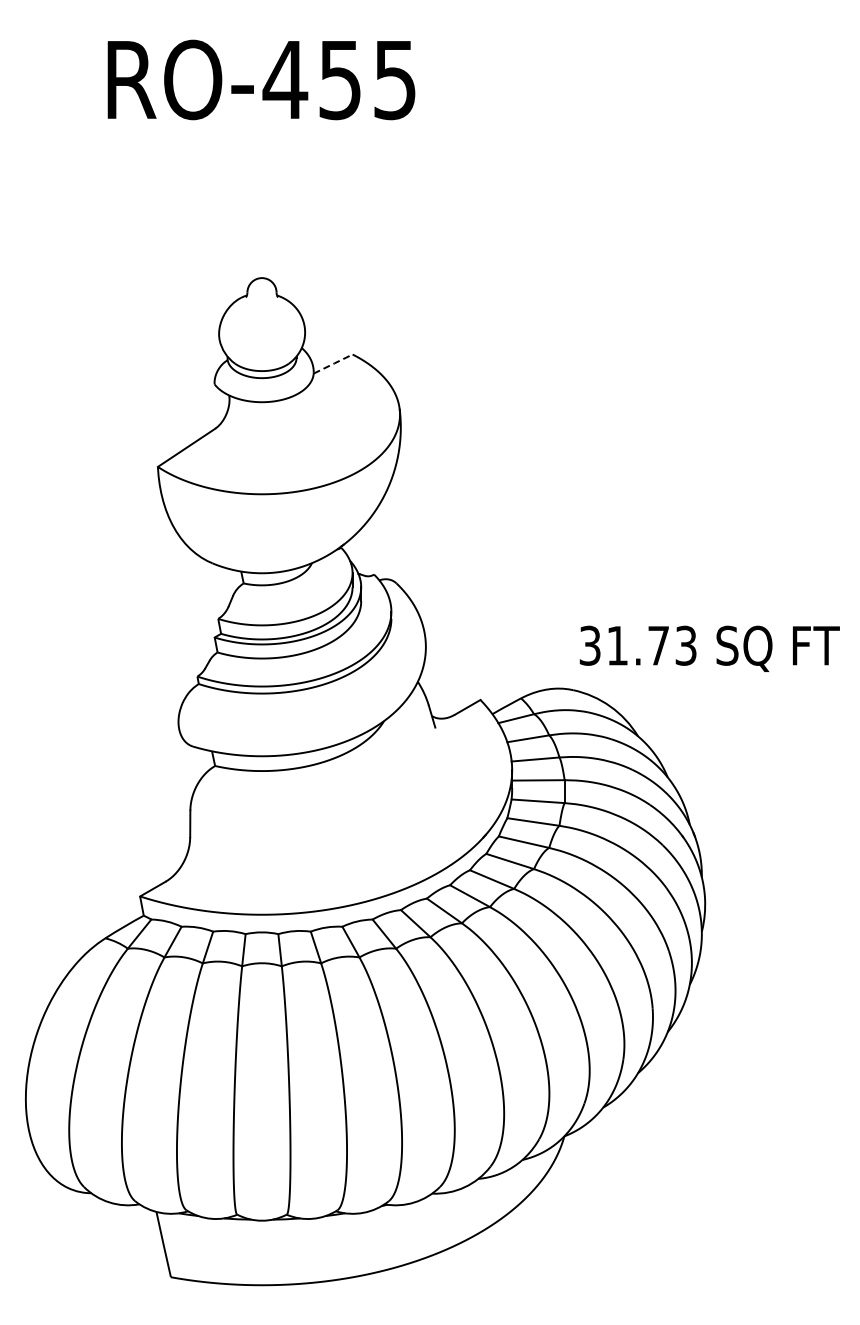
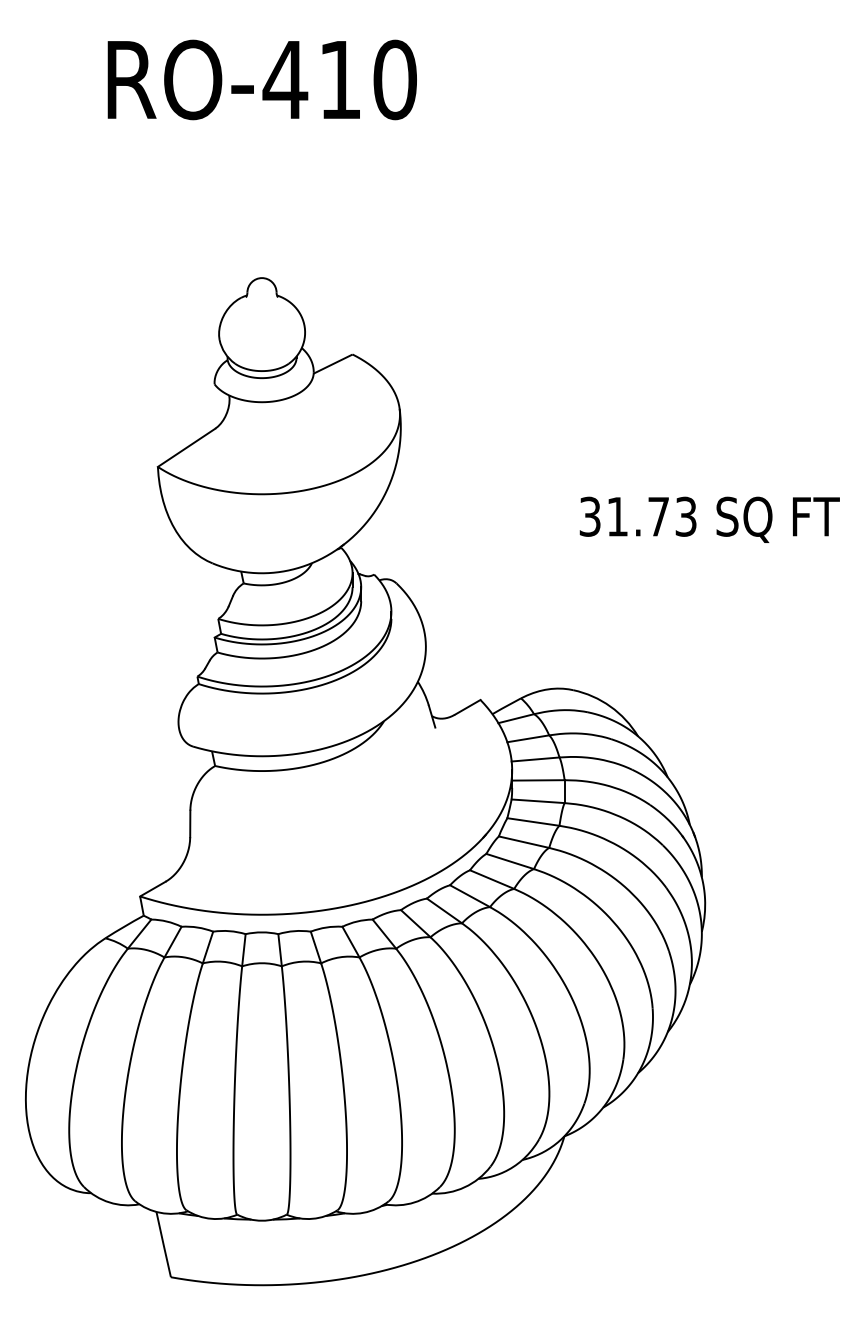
text at (367, 79): RO-455 -> RO-410
line at (333, 363): dashed -> solid
text at (709, 648) position: (709, 648) -> (709, 519)
